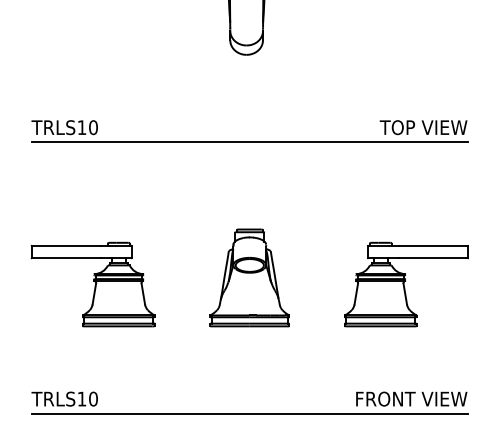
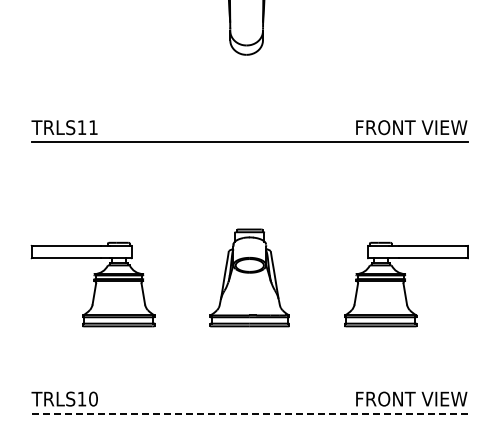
text at (93, 127): TRLS10 -> TRLS11
text at (385, 127): TOP VIEW -> FRONT VIEW
line at (250, 413): solid -> dashed
